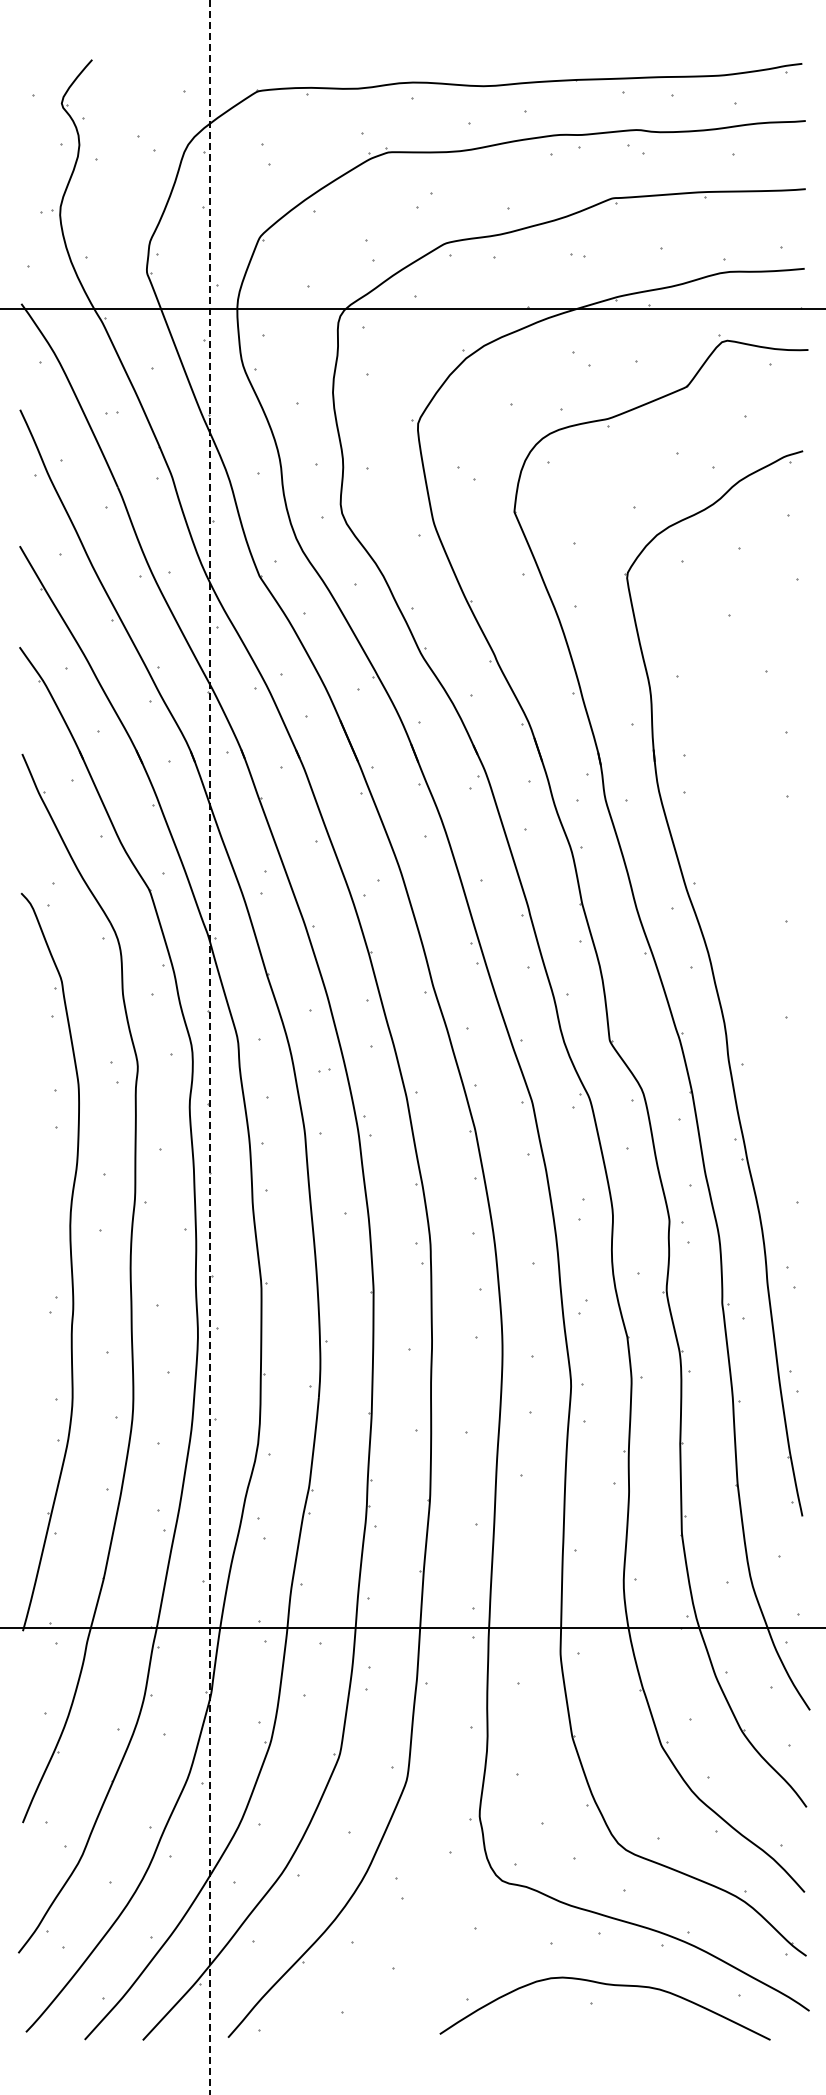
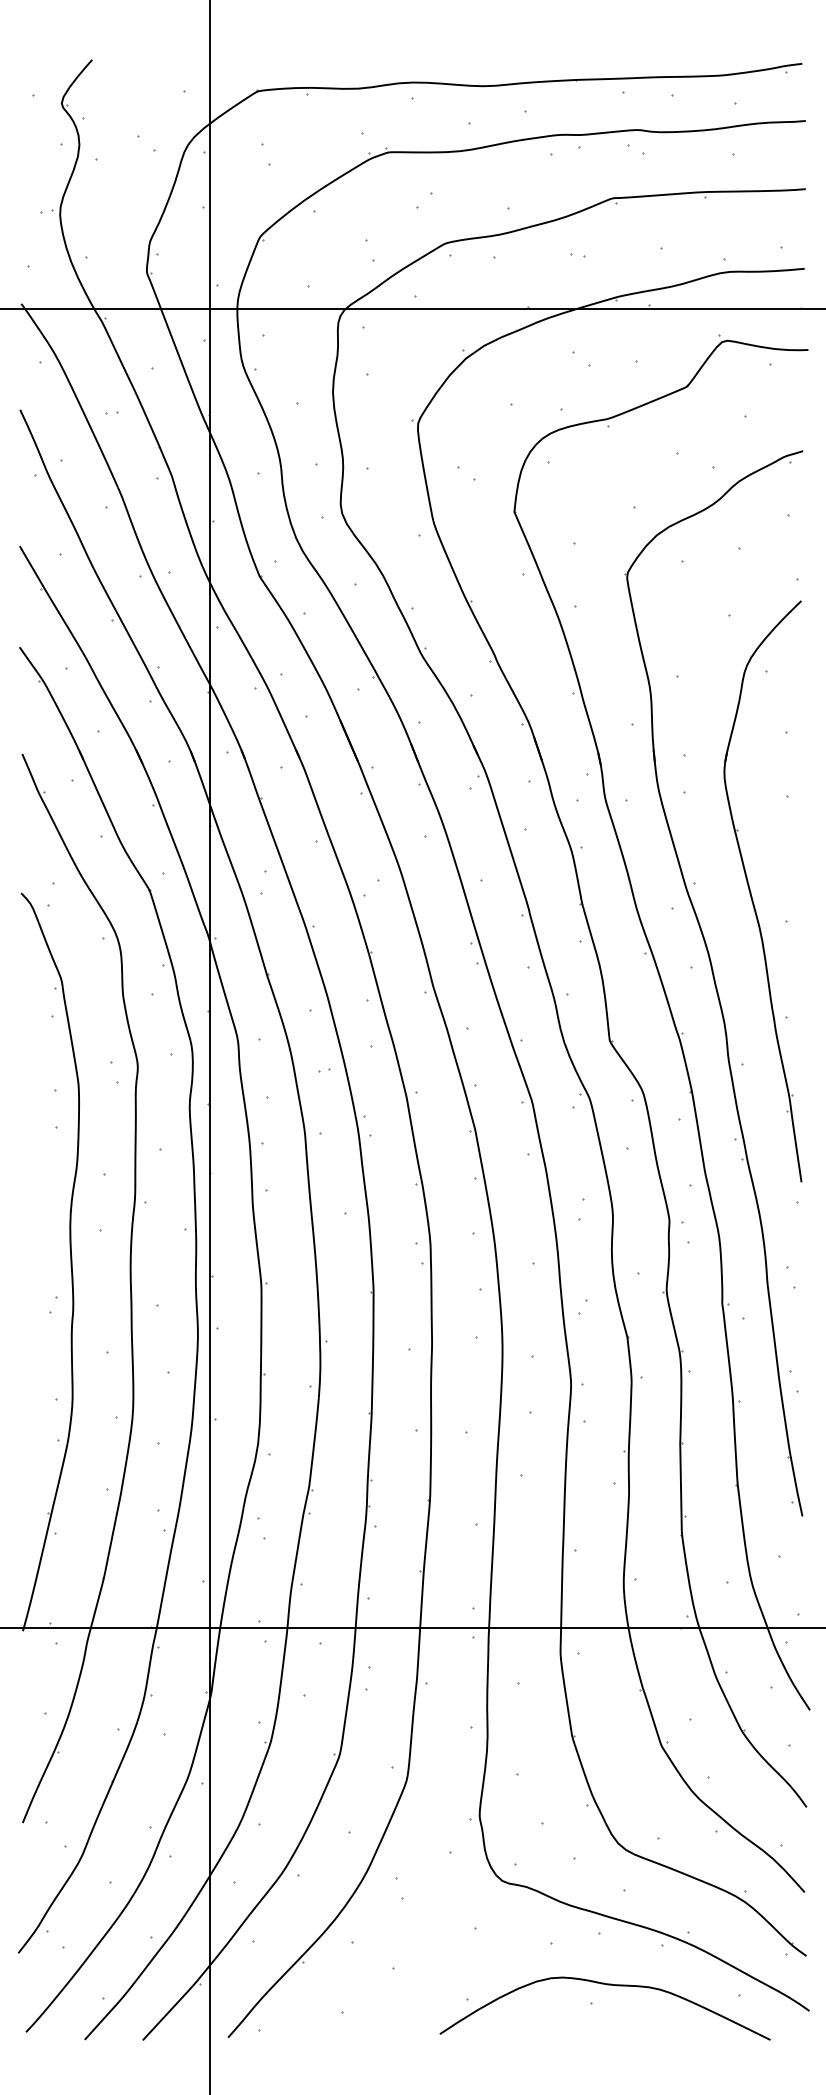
part at (751, 892): none -> present
line at (209, 1047): dashed -> solid
